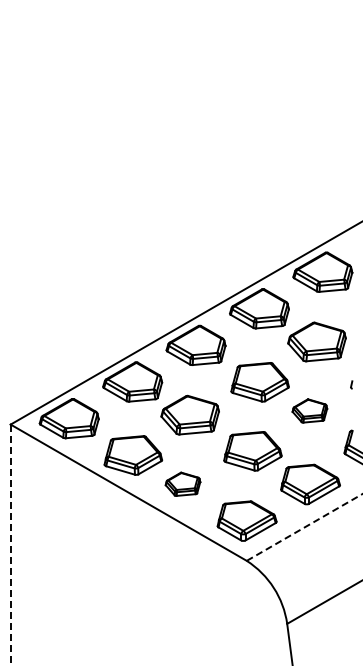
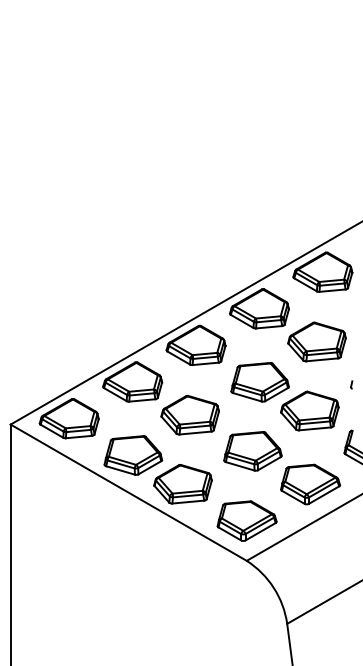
part at (309, 410) size: 38x26 px -> 60x42 px
part at (182, 483) size: 38x26 px -> 60x41 px
line at (304, 527): dashed -> solid
line at (10, 545): dashed -> solid
